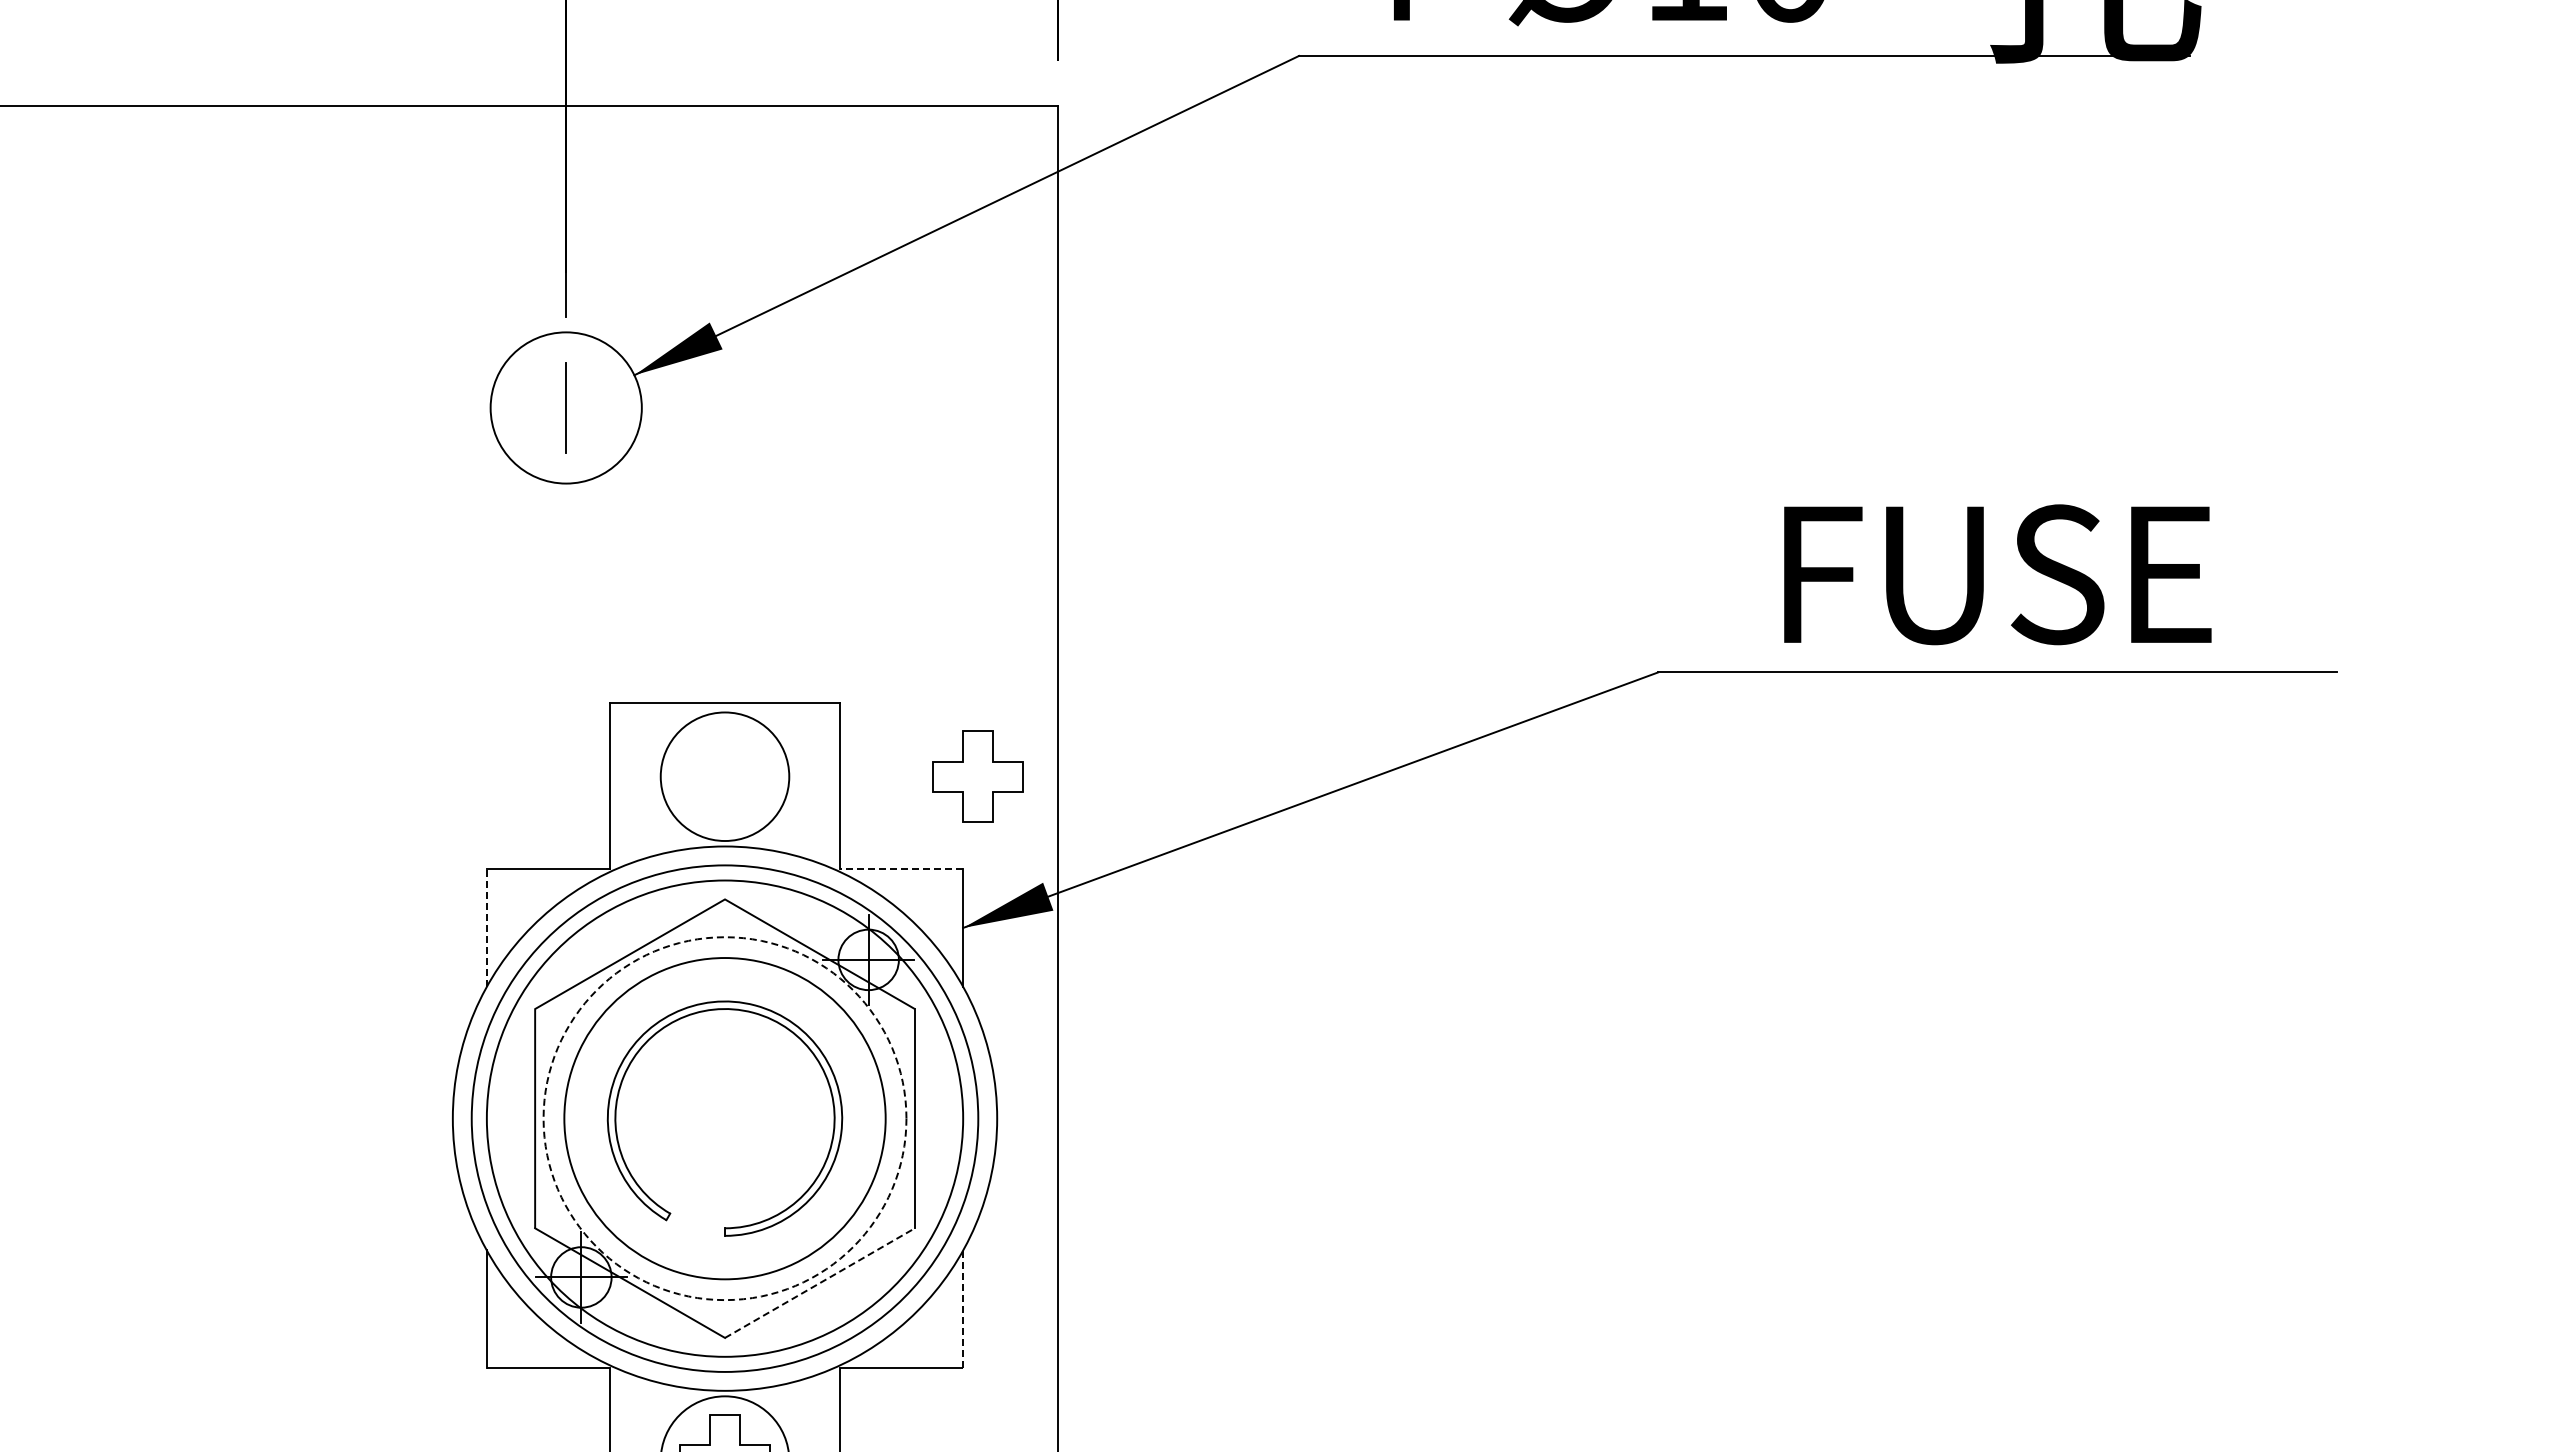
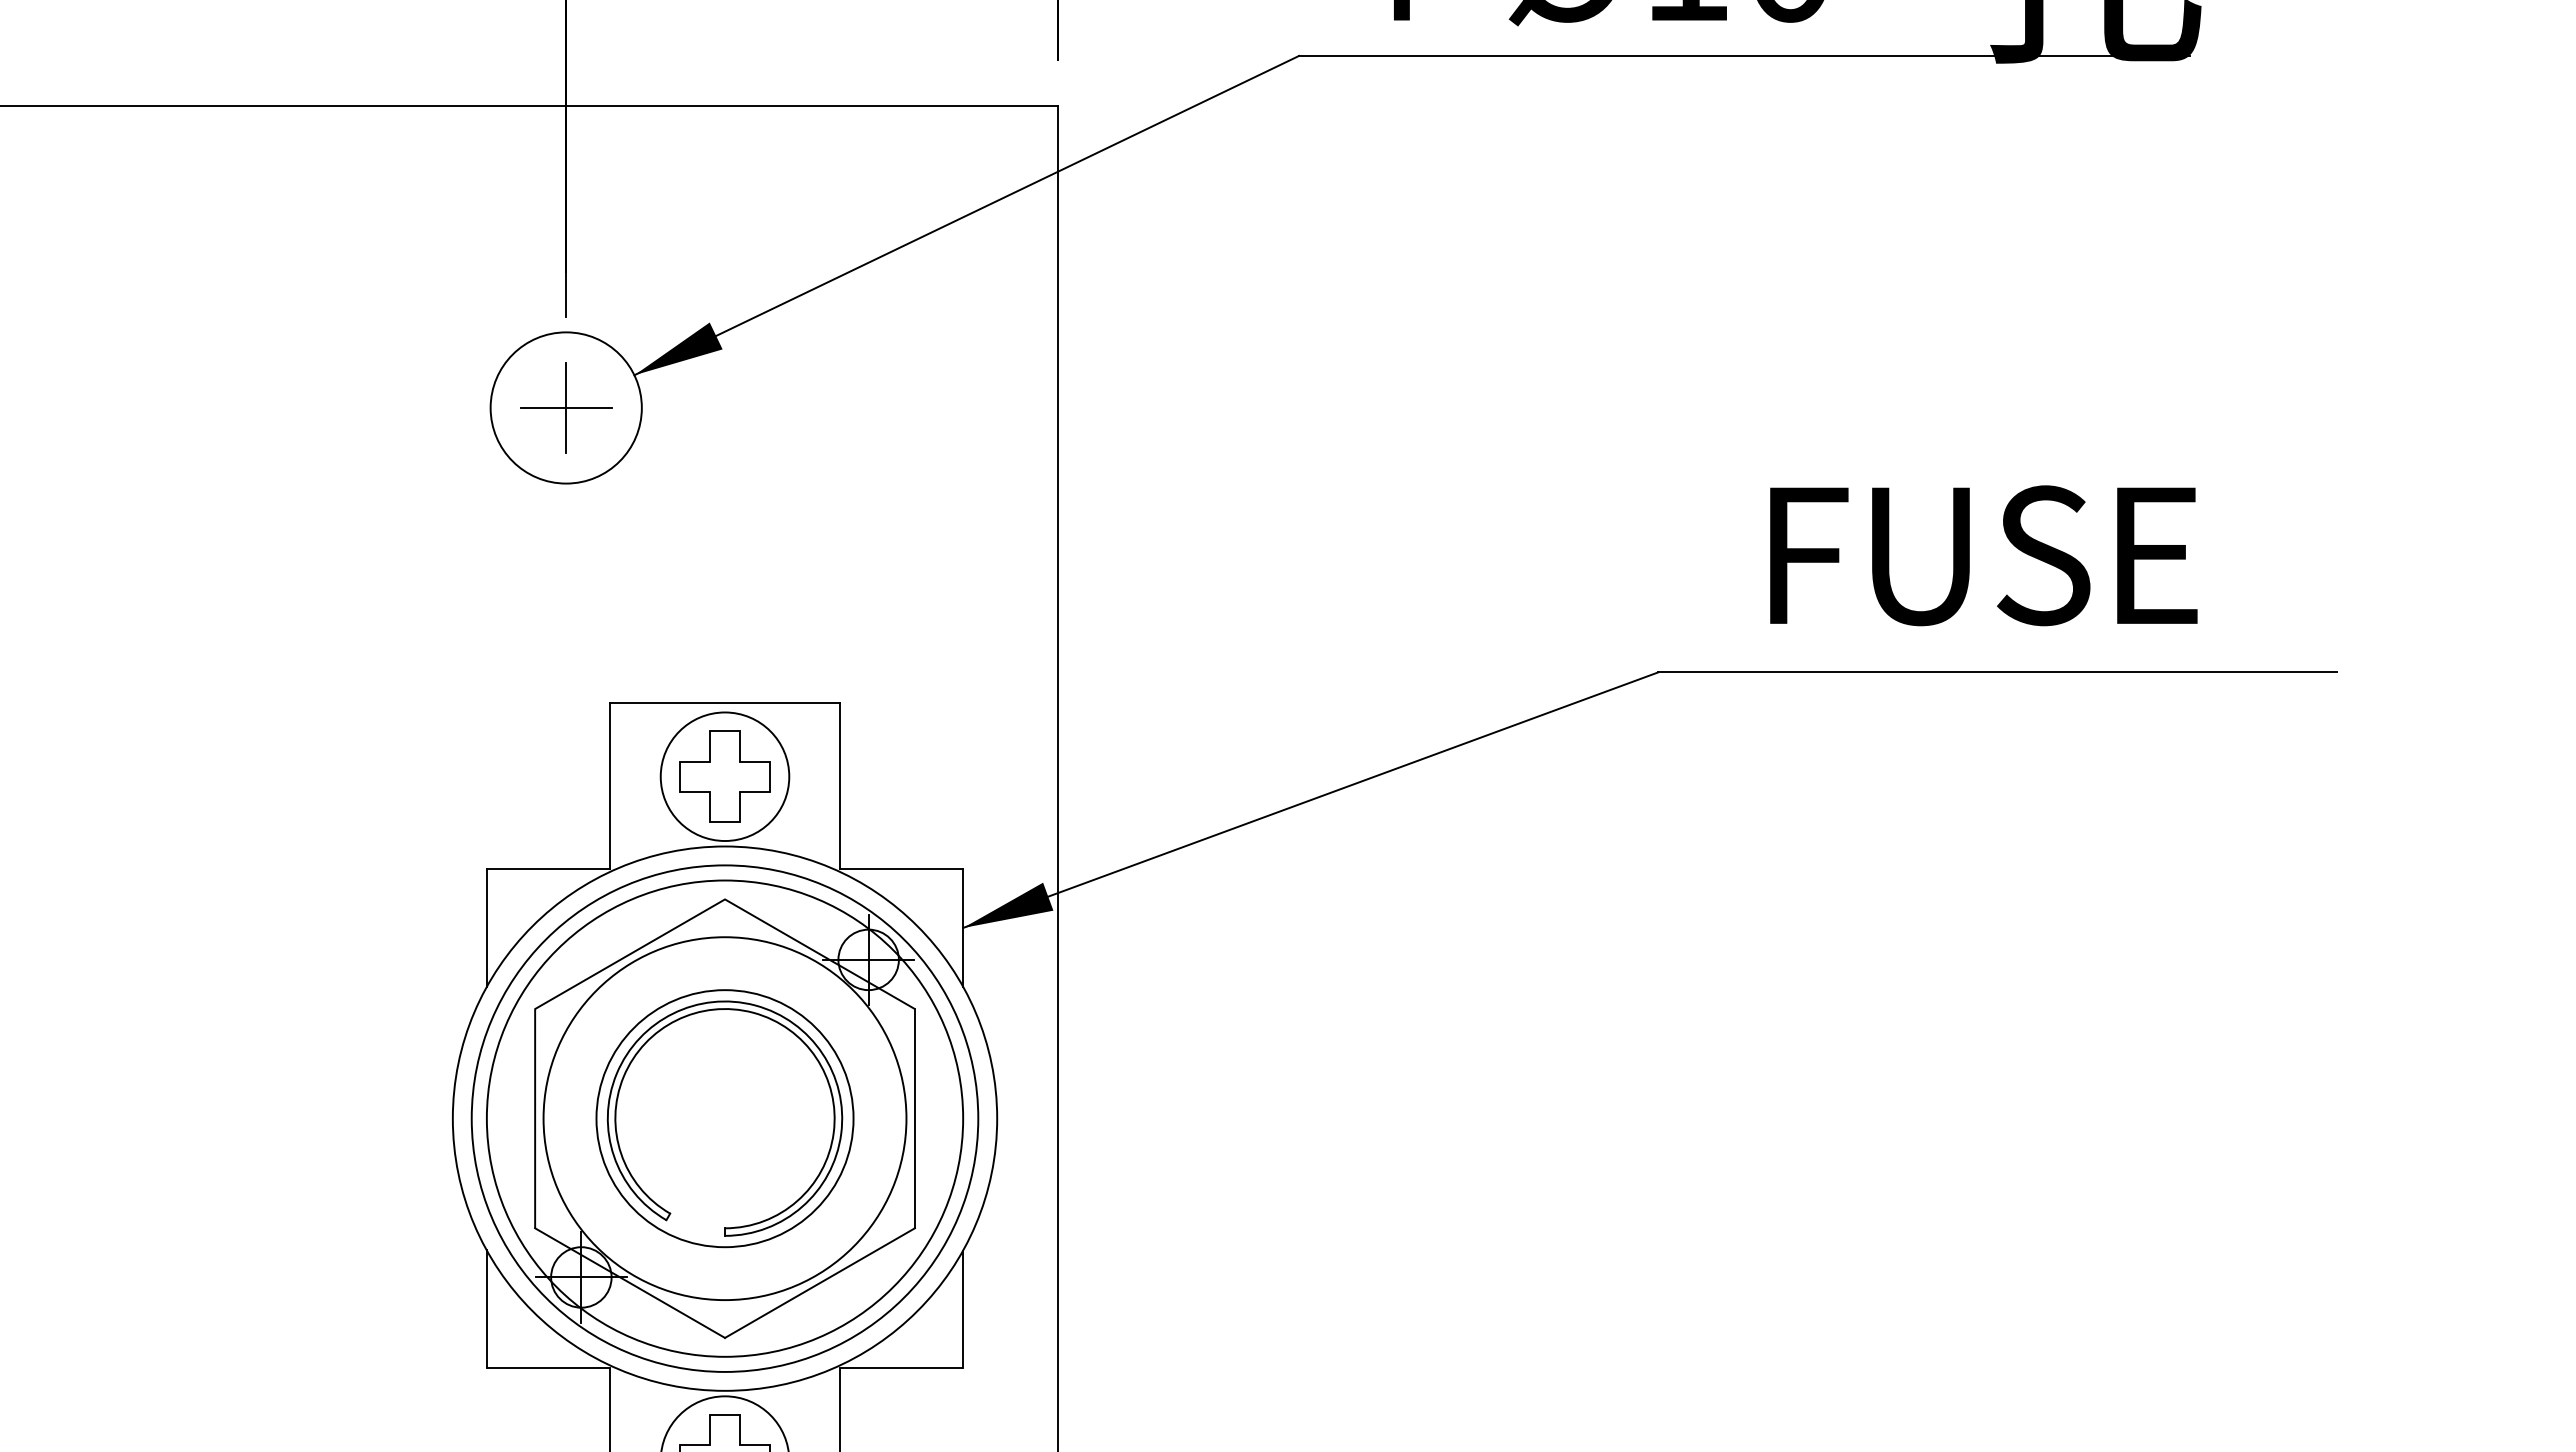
line at (565, 407): none -> present
text at (1997, 574) position: (1997, 574) -> (1983, 555)
part at (977, 776) position: (977, 776) -> (724, 776)
line at (901, 869): dashed -> solid
line at (486, 927): dashed -> solid
circle at (724, 1118) diameter: 321 px -> 257 px
circle at (724, 1118): dashed -> solid
line at (819, 1283): dashed -> solid
line at (963, 1309): dashed -> solid
